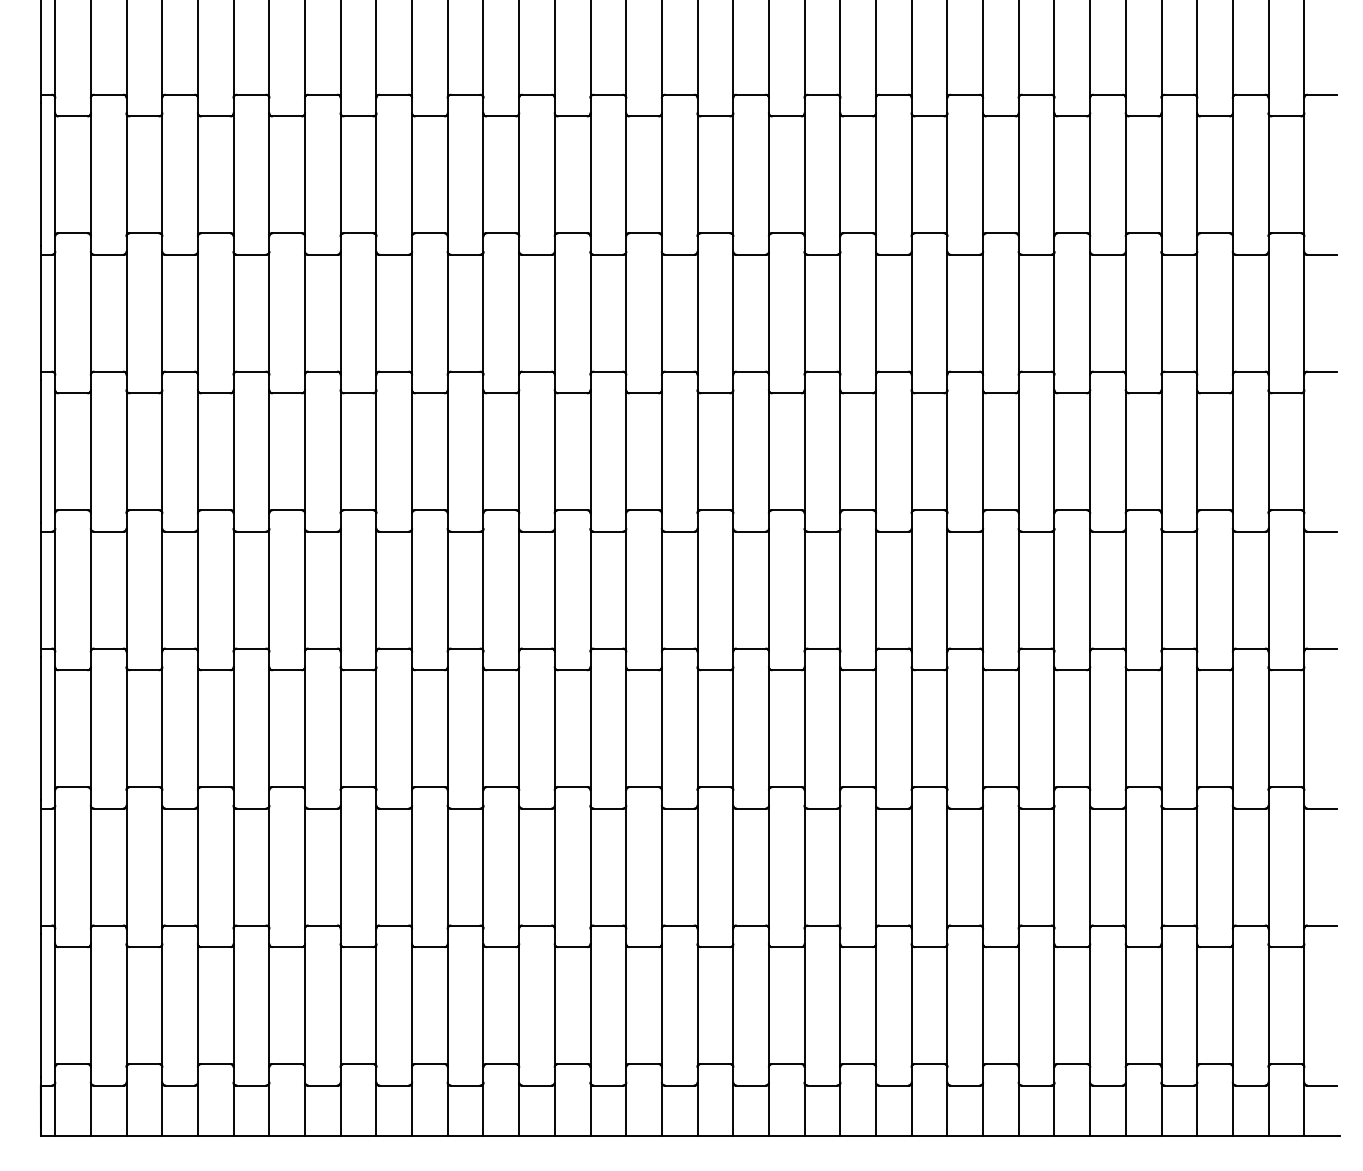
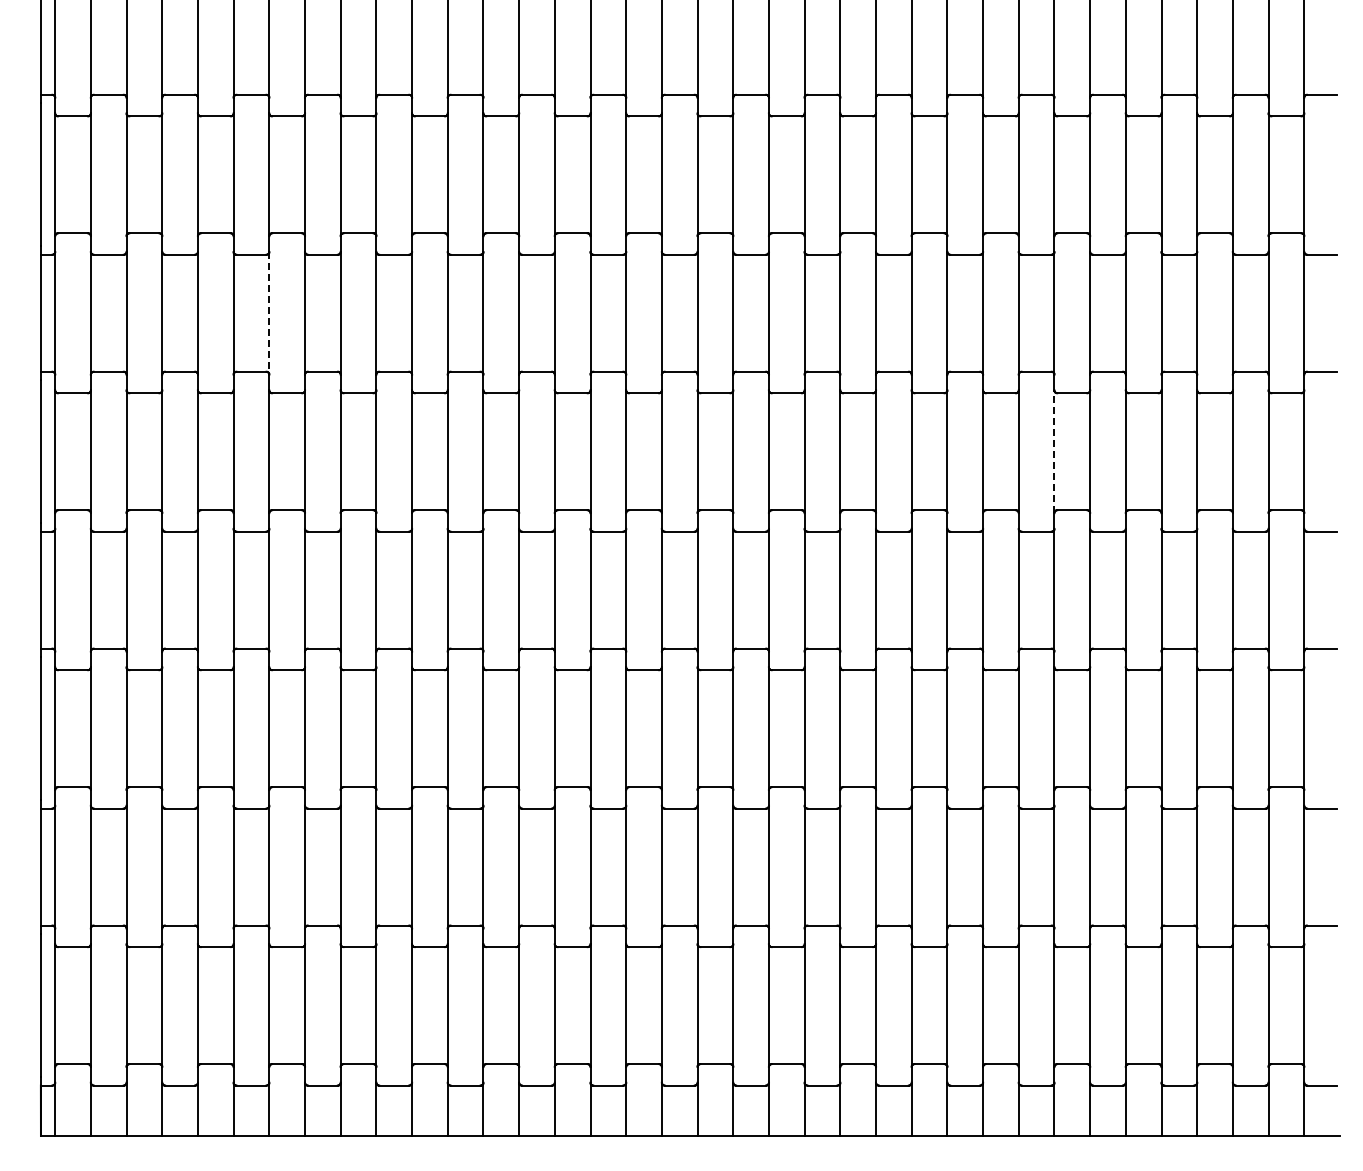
line at (269, 313): solid -> dashed
line at (1054, 451): solid -> dashed
